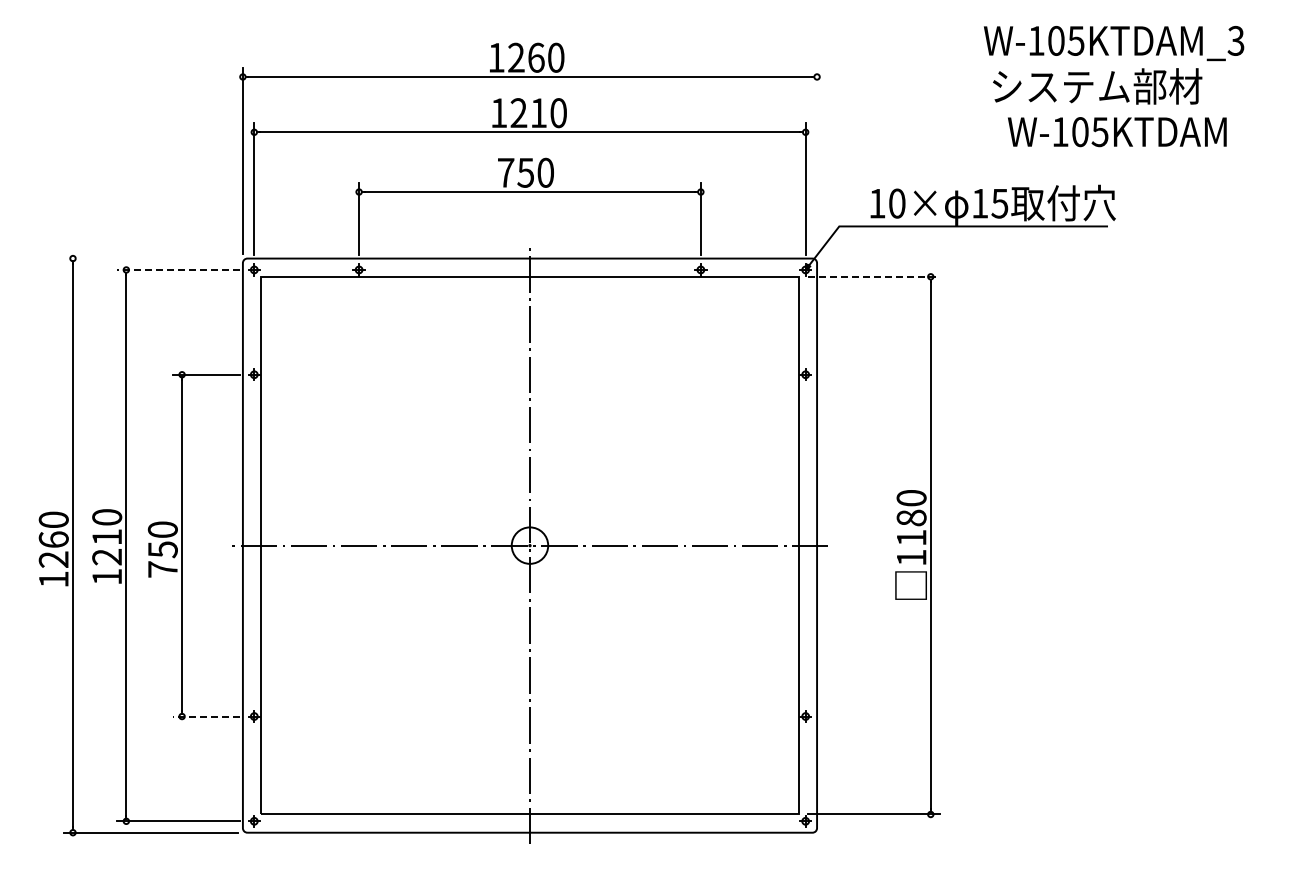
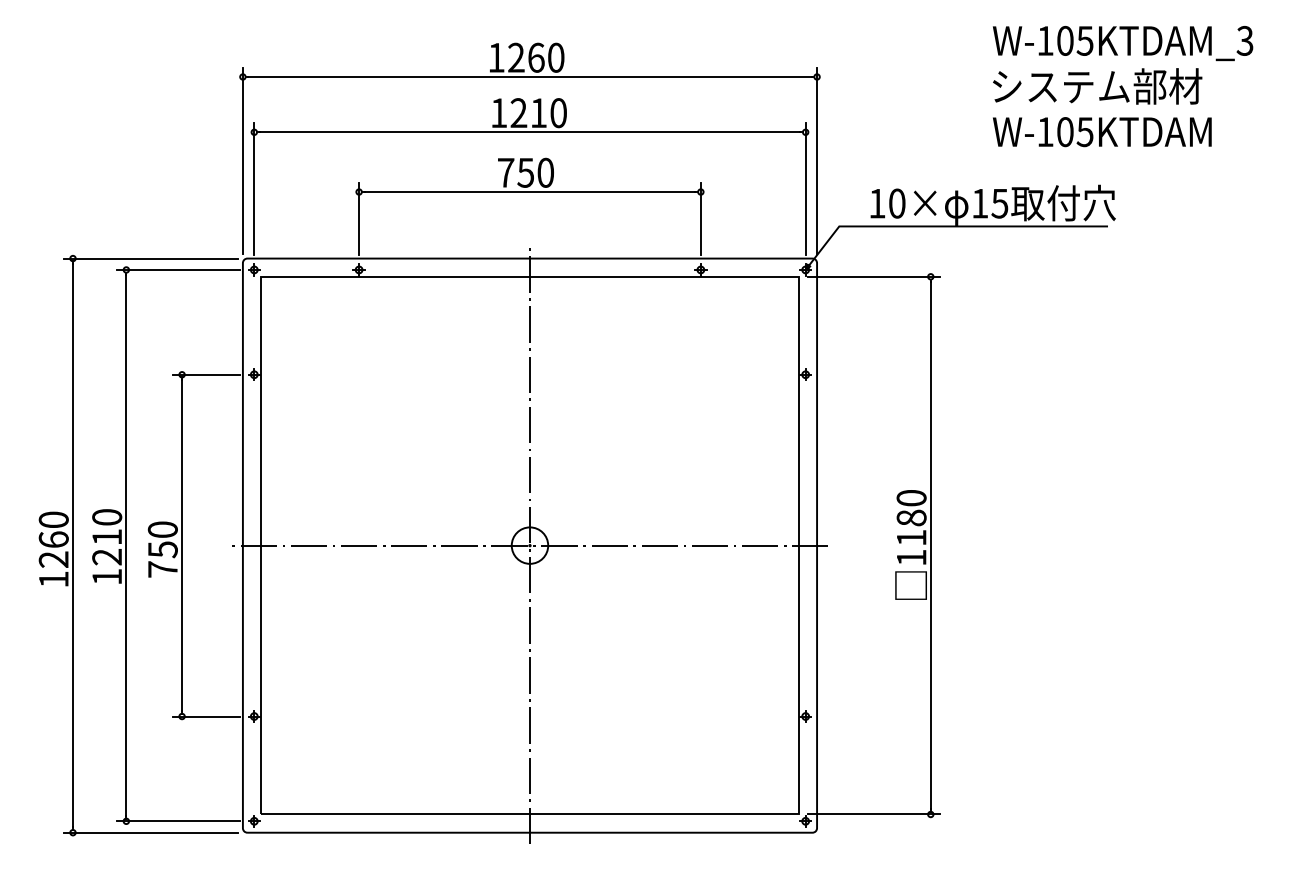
text at (1114, 43) position: (1114, 43) -> (1123, 43)
text at (1117, 132) position: (1117, 132) -> (1102, 132)
line at (817, 160): none -> present
line at (150, 258): none -> present
line at (177, 269): dashed -> solid
line at (873, 276): dashed -> solid
line at (205, 716): dashed -> solid
